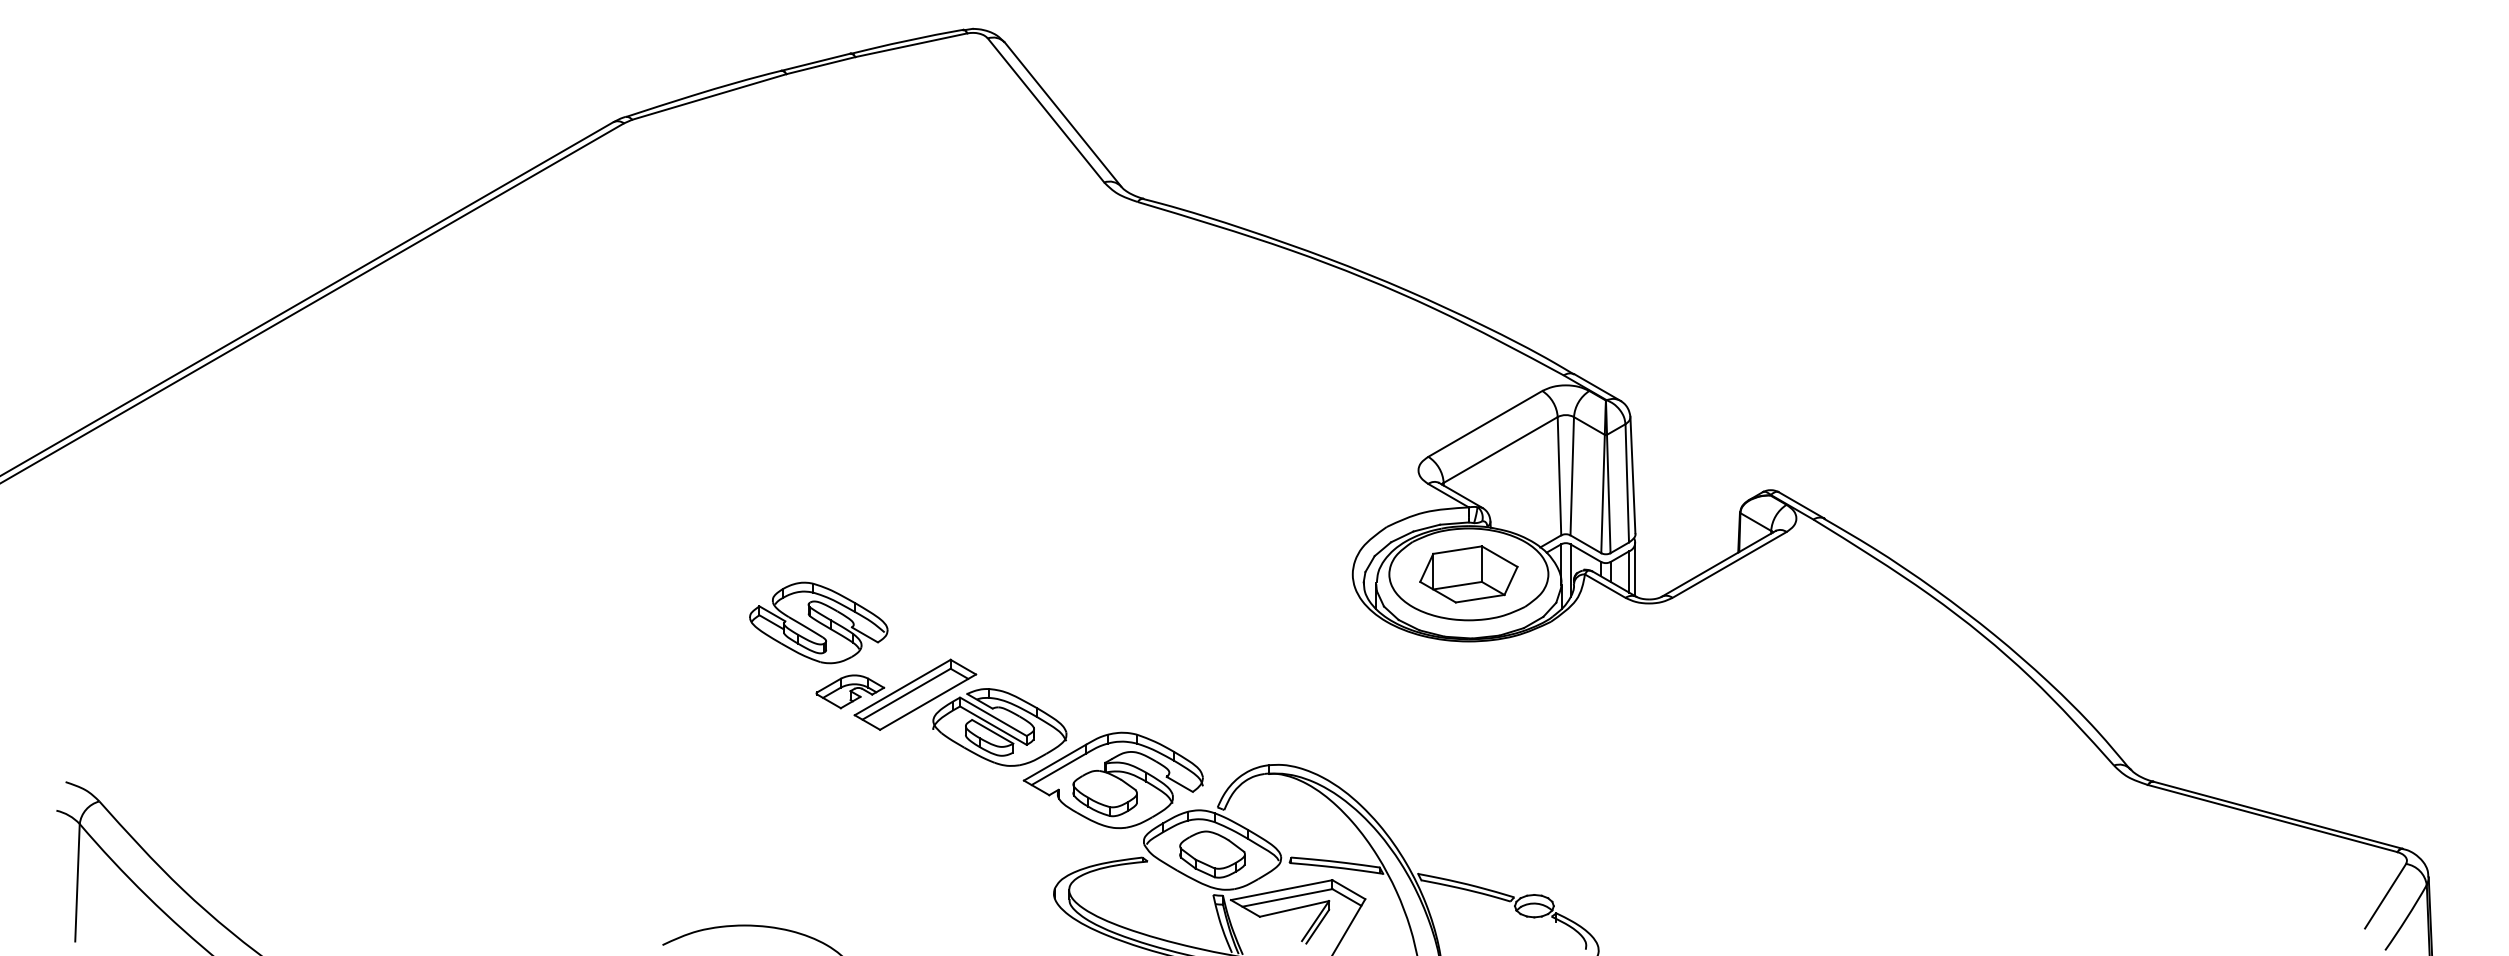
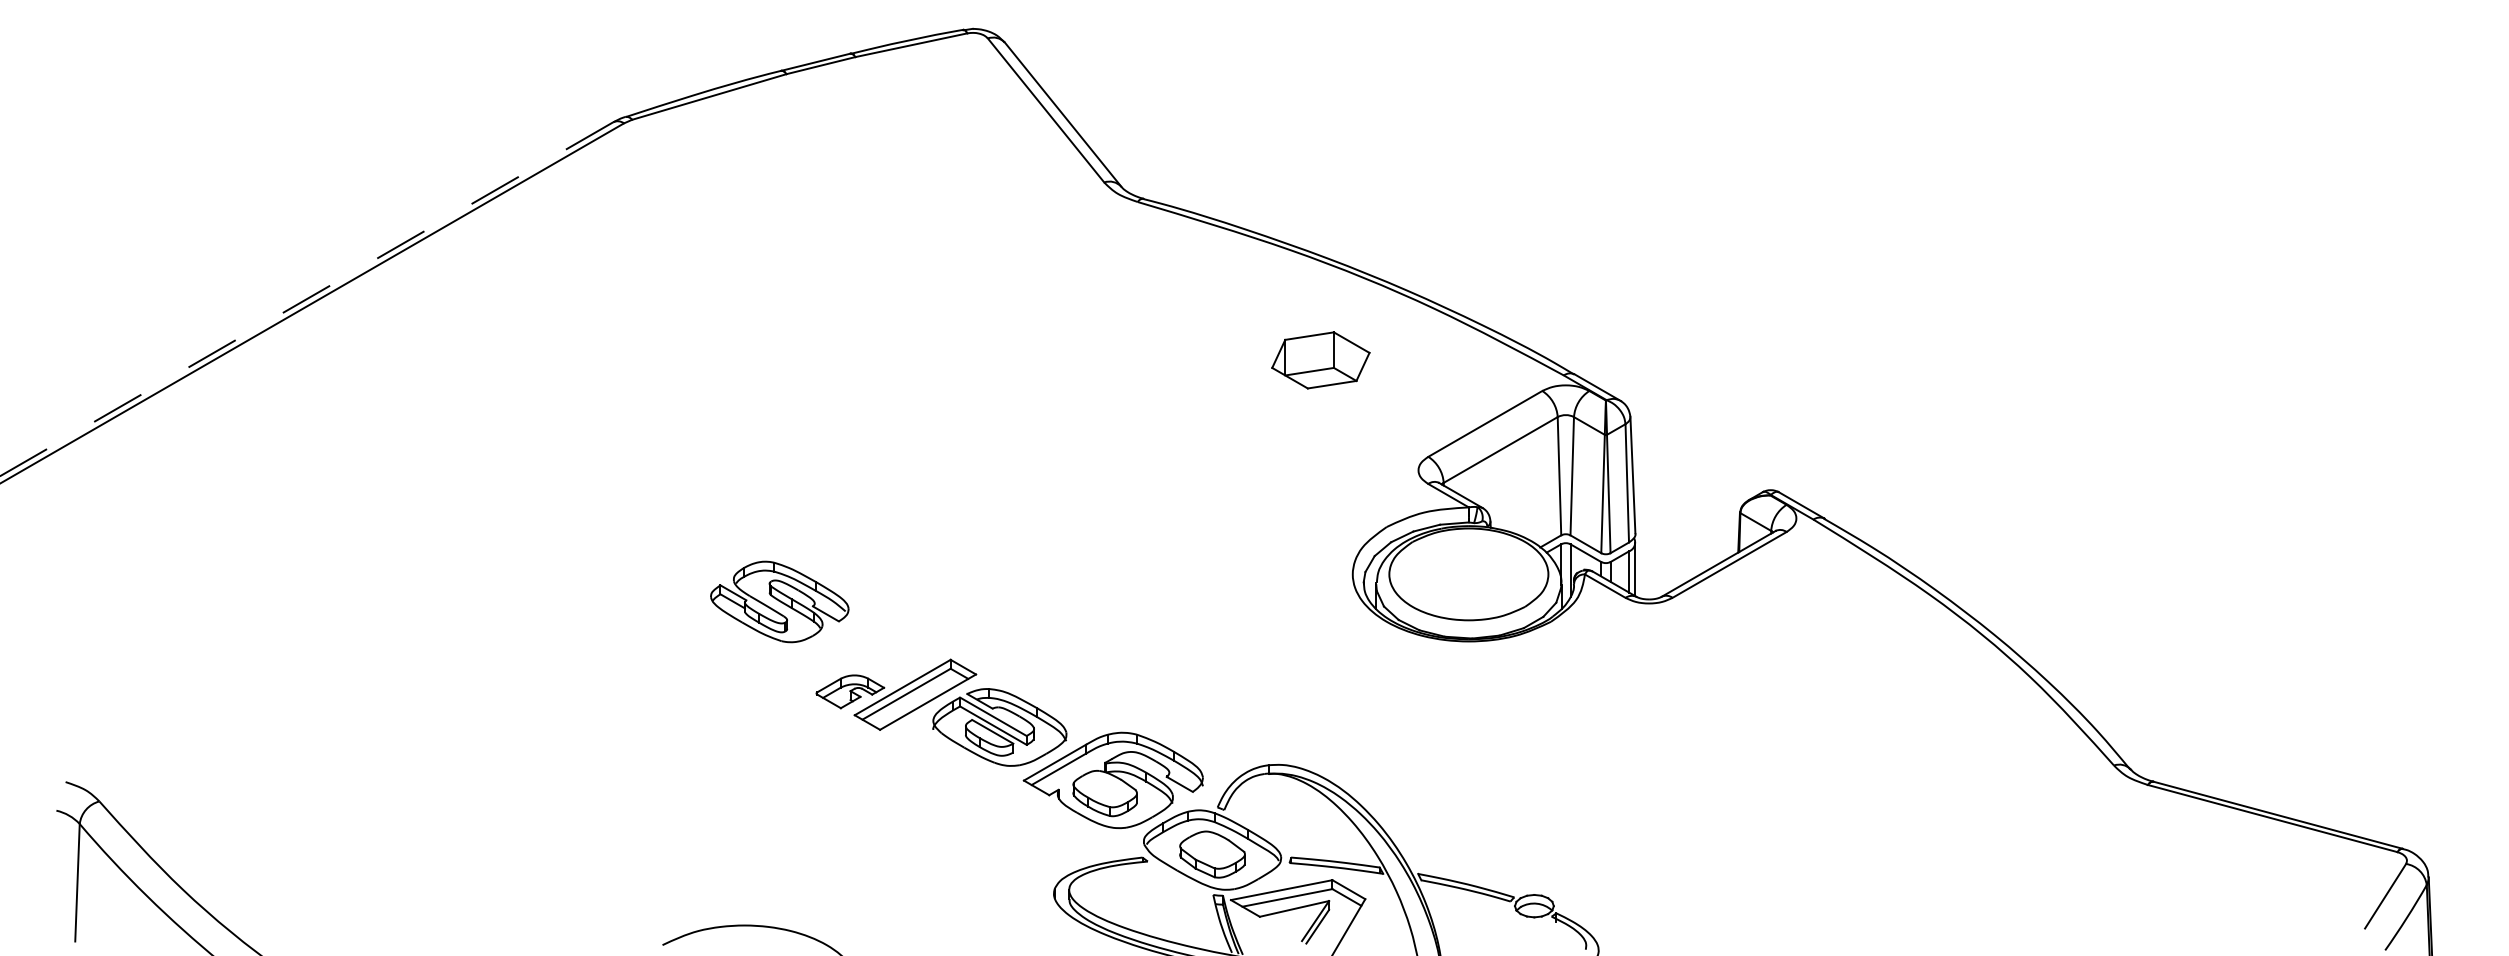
line at (306, 299): solid -> dashed
part at (1468, 574) position: (1468, 574) -> (1320, 360)
part at (818, 622) position: (818, 622) -> (779, 601)
